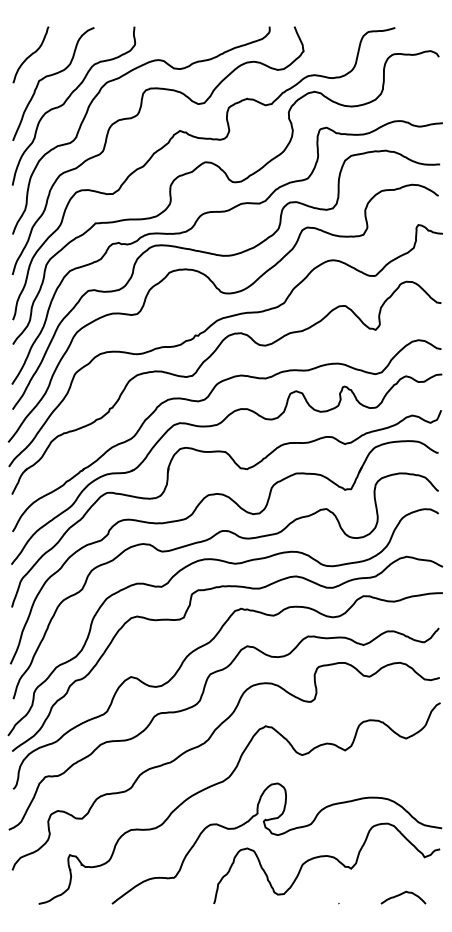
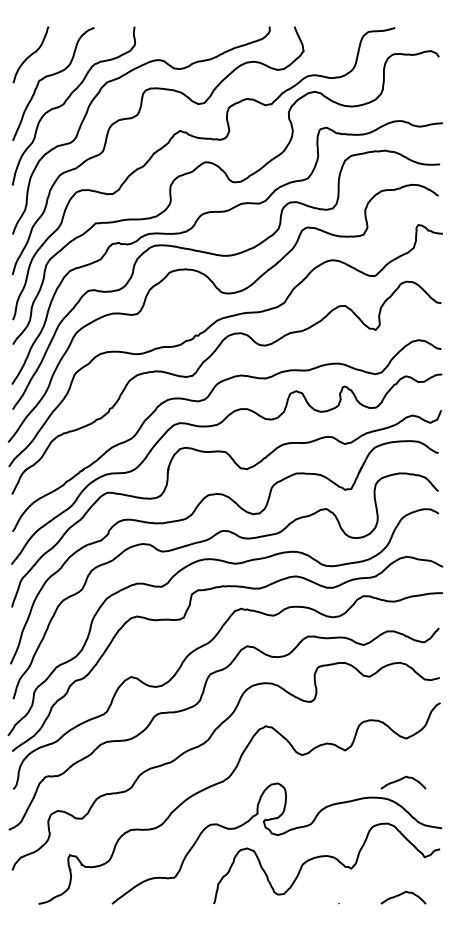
curve at (402, 779): none -> present
